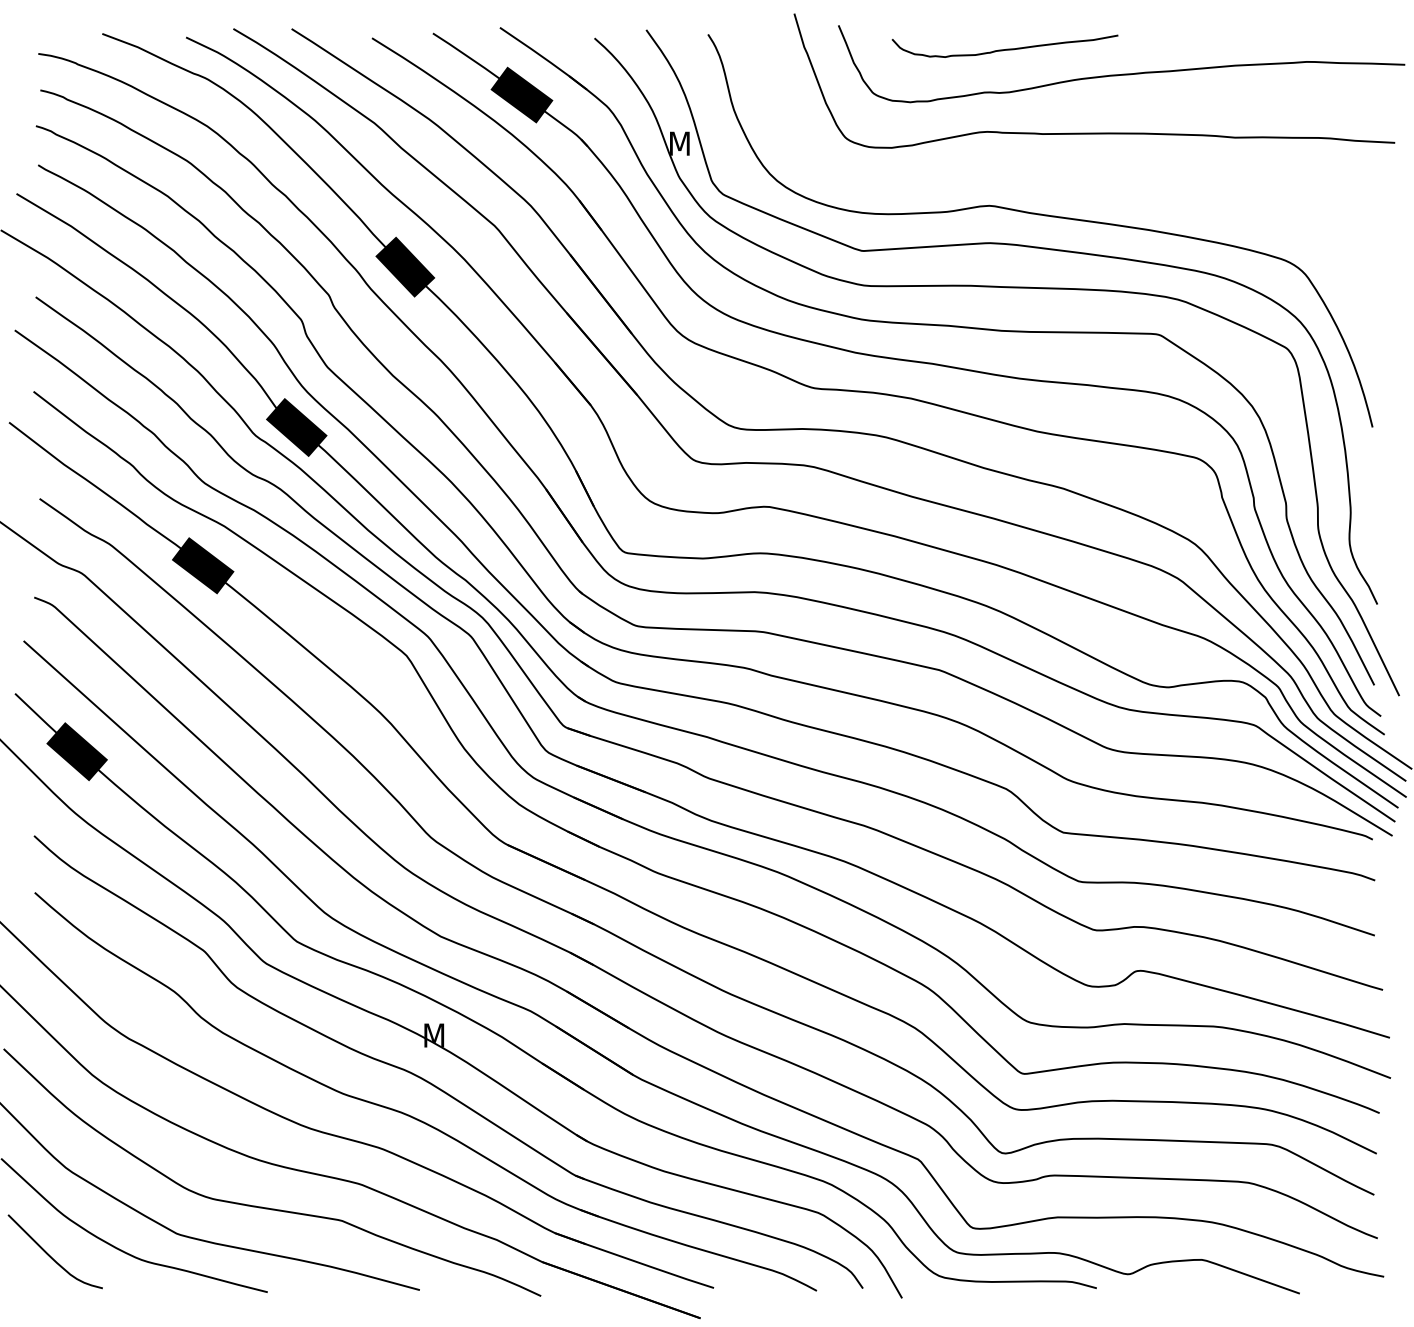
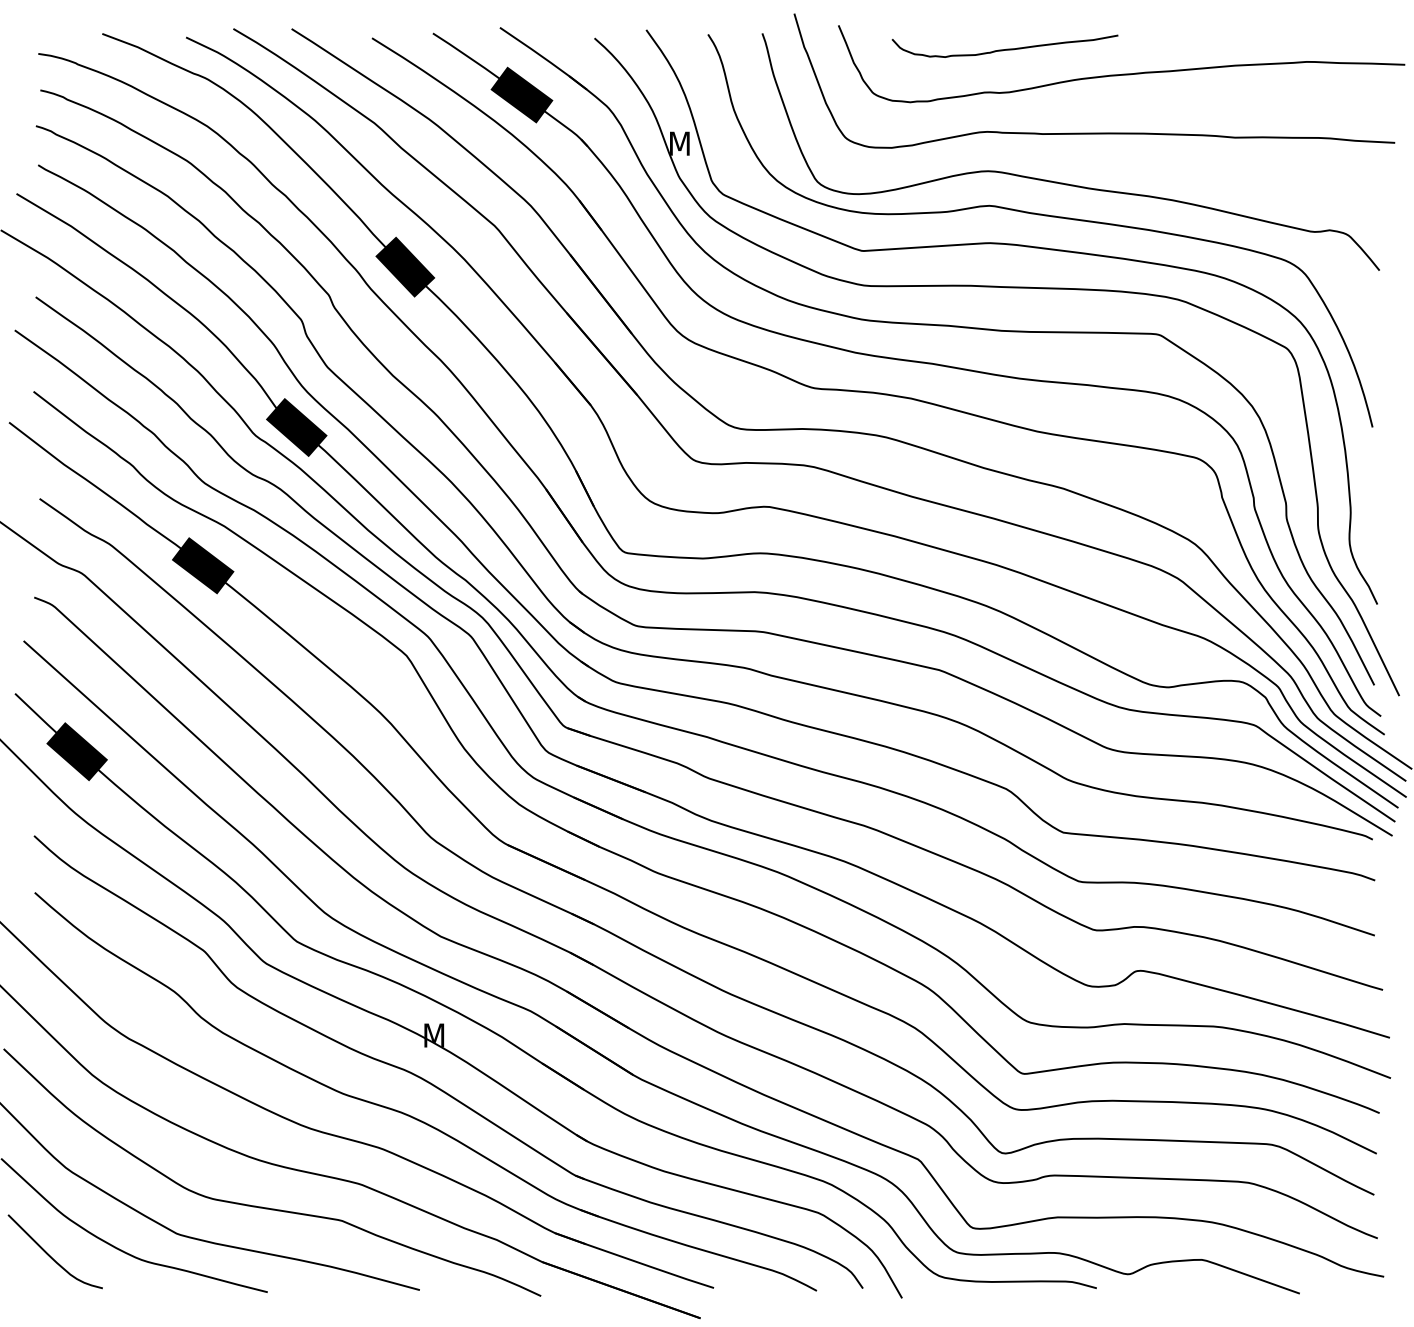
curve at (1062, 182): none -> present
